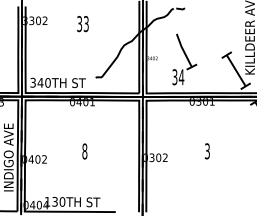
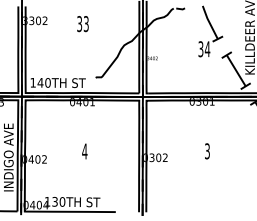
part at (184, 59) position: (184, 59) -> (210, 31)
text at (32, 82): 340TH -> 140TH
text at (84, 151): 8 -> 4
